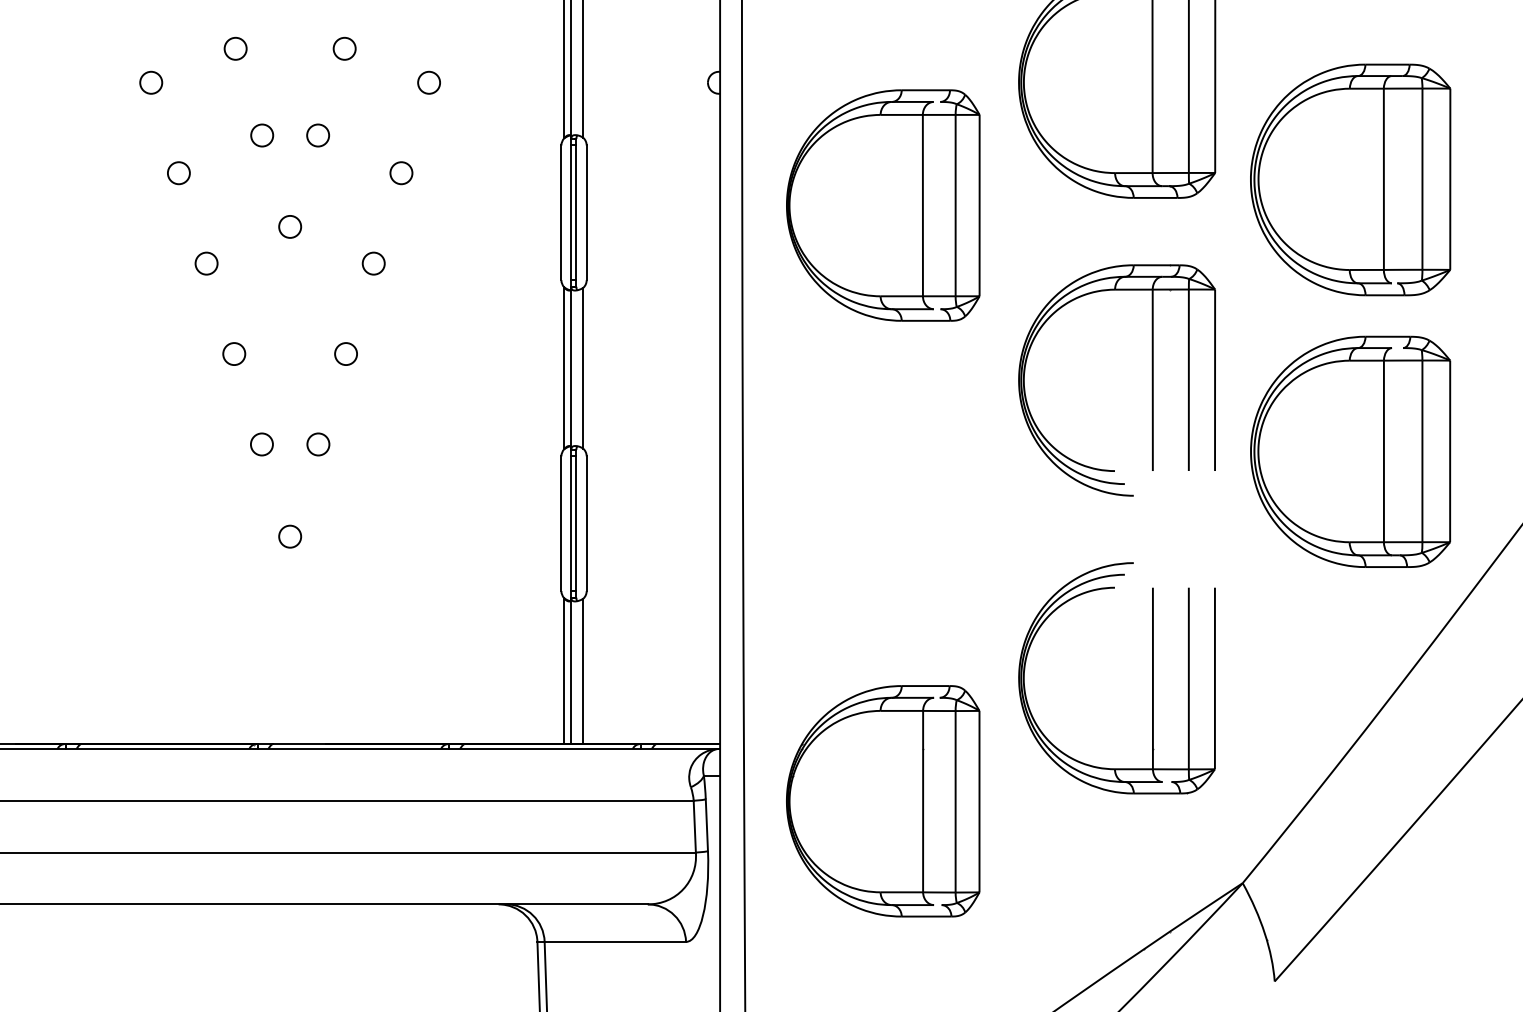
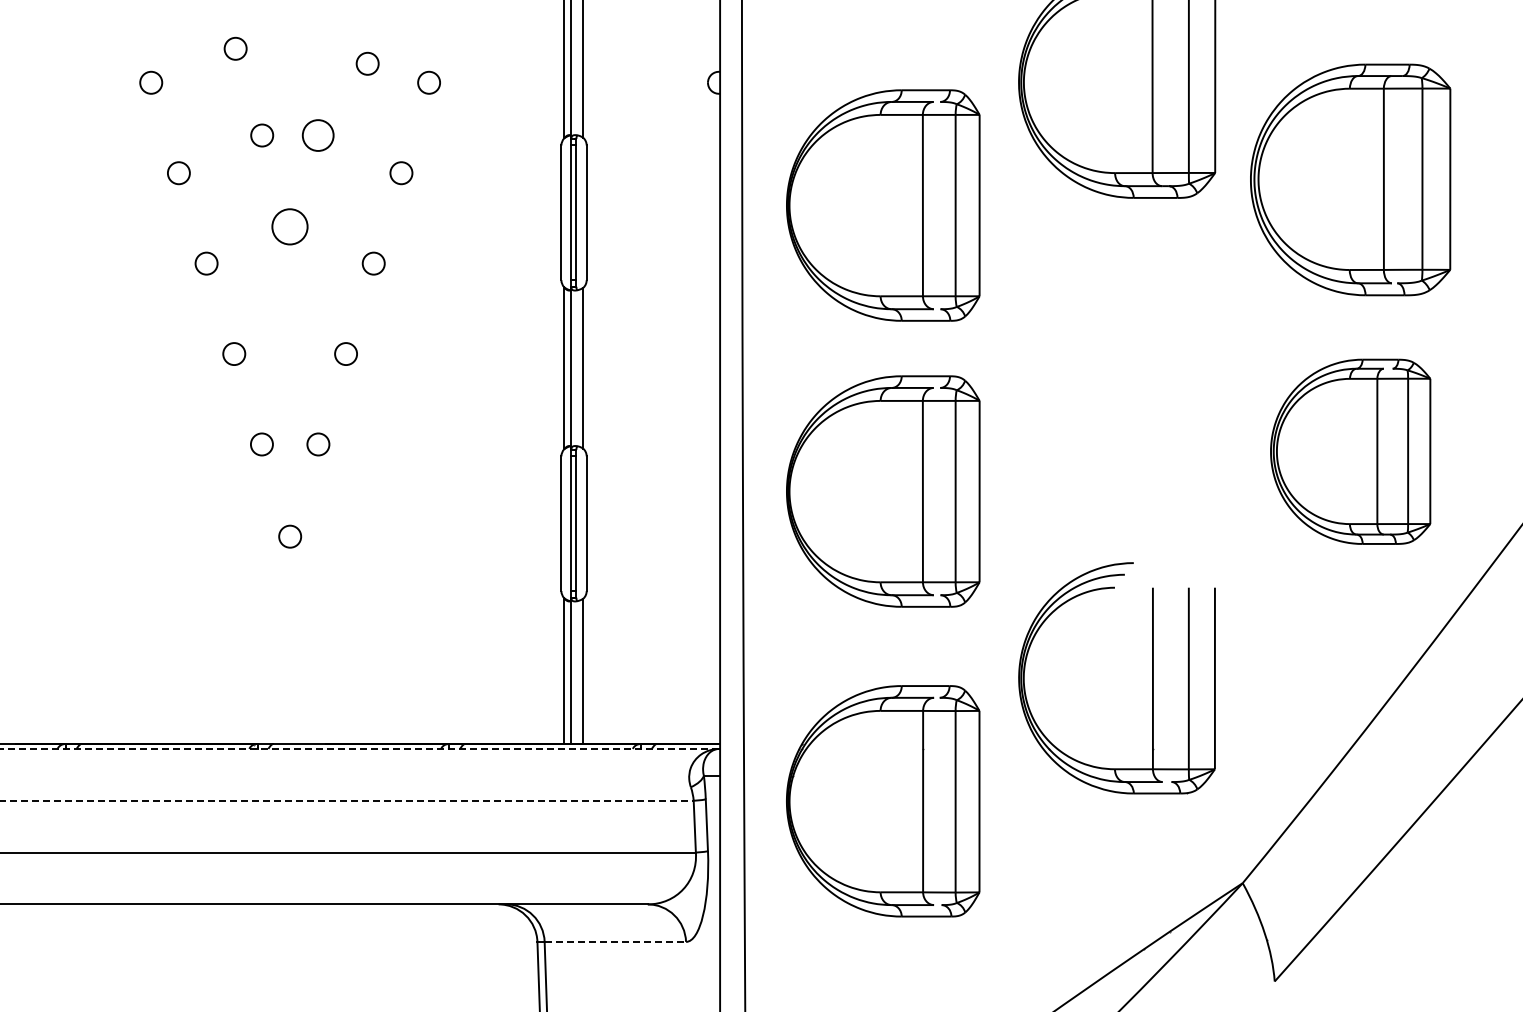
circle at (344, 48) position: (344, 48) -> (367, 63)
circle at (317, 135) size: 24x25 px -> 34x33 px
circle at (290, 226) size: 25x24 px -> 38x38 px
part at (1151, 380): present -> none
part at (1350, 451) size: 202x233 px -> 162x187 px
part at (883, 491): none -> present
line at (359, 748): solid -> dashed
line at (346, 800): solid -> dashed
line at (615, 941): solid -> dashed
